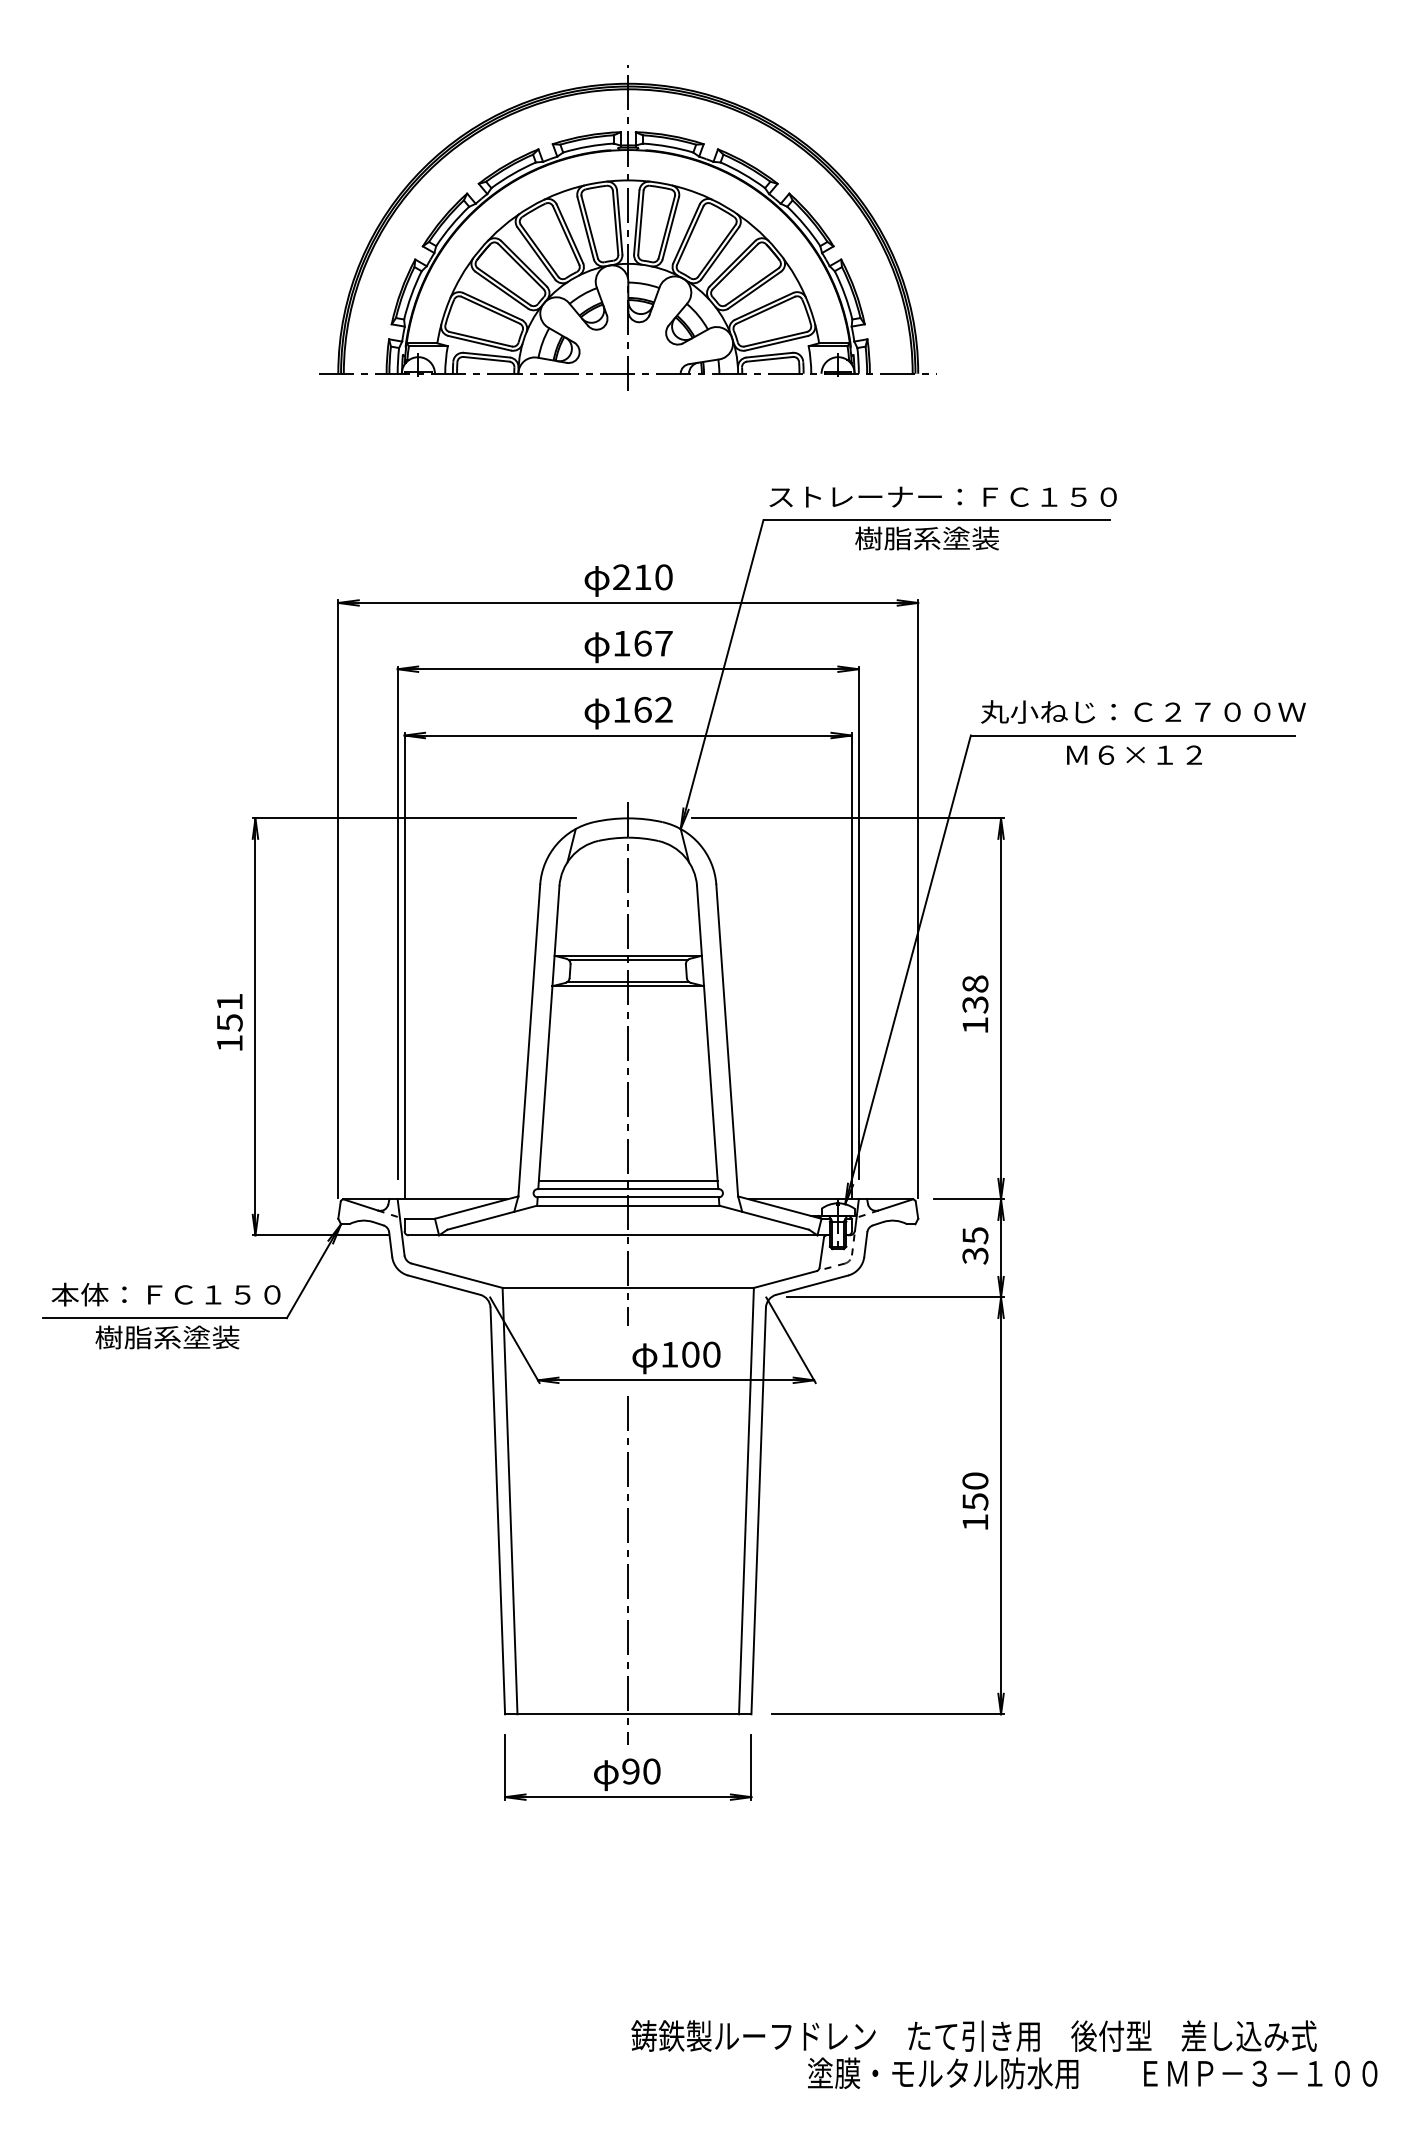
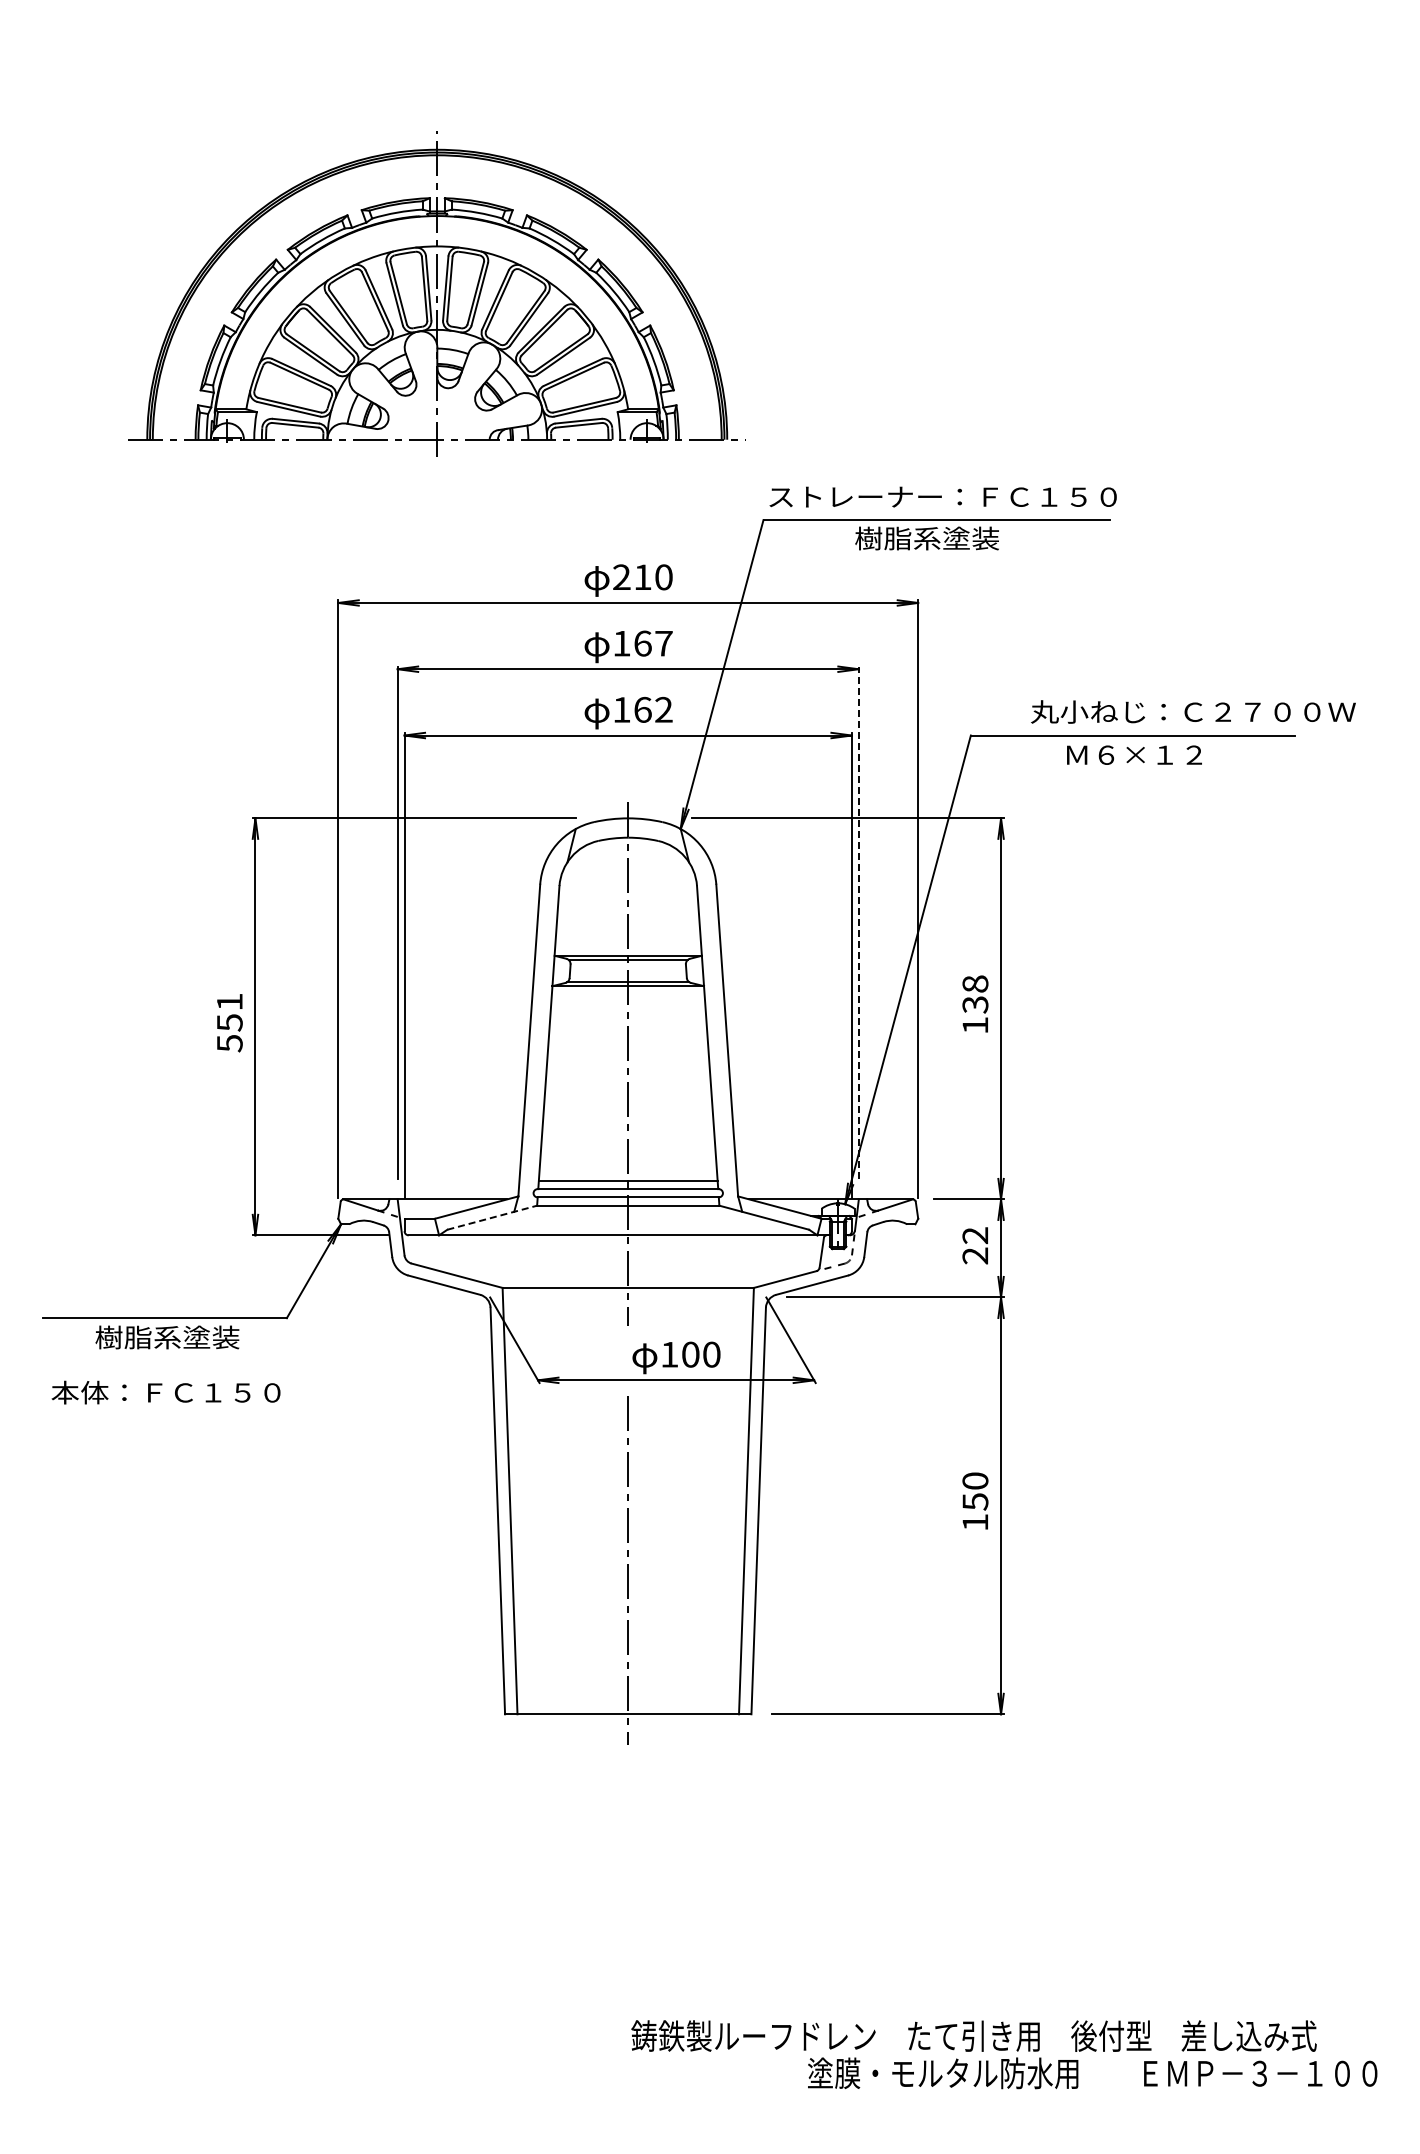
part at (627, 227) position: (627, 227) -> (436, 293)
text at (1143, 711) position: (1143, 711) -> (1193, 711)
line at (858, 922): solid -> dashed
text at (229, 1043): 151 -> 551
line at (492, 1217): solid -> dashed
text at (975, 1245): 35 -> 22
text at (165, 1294) position: (165, 1294) -> (165, 1392)
part at (628, 1767): present -> none
